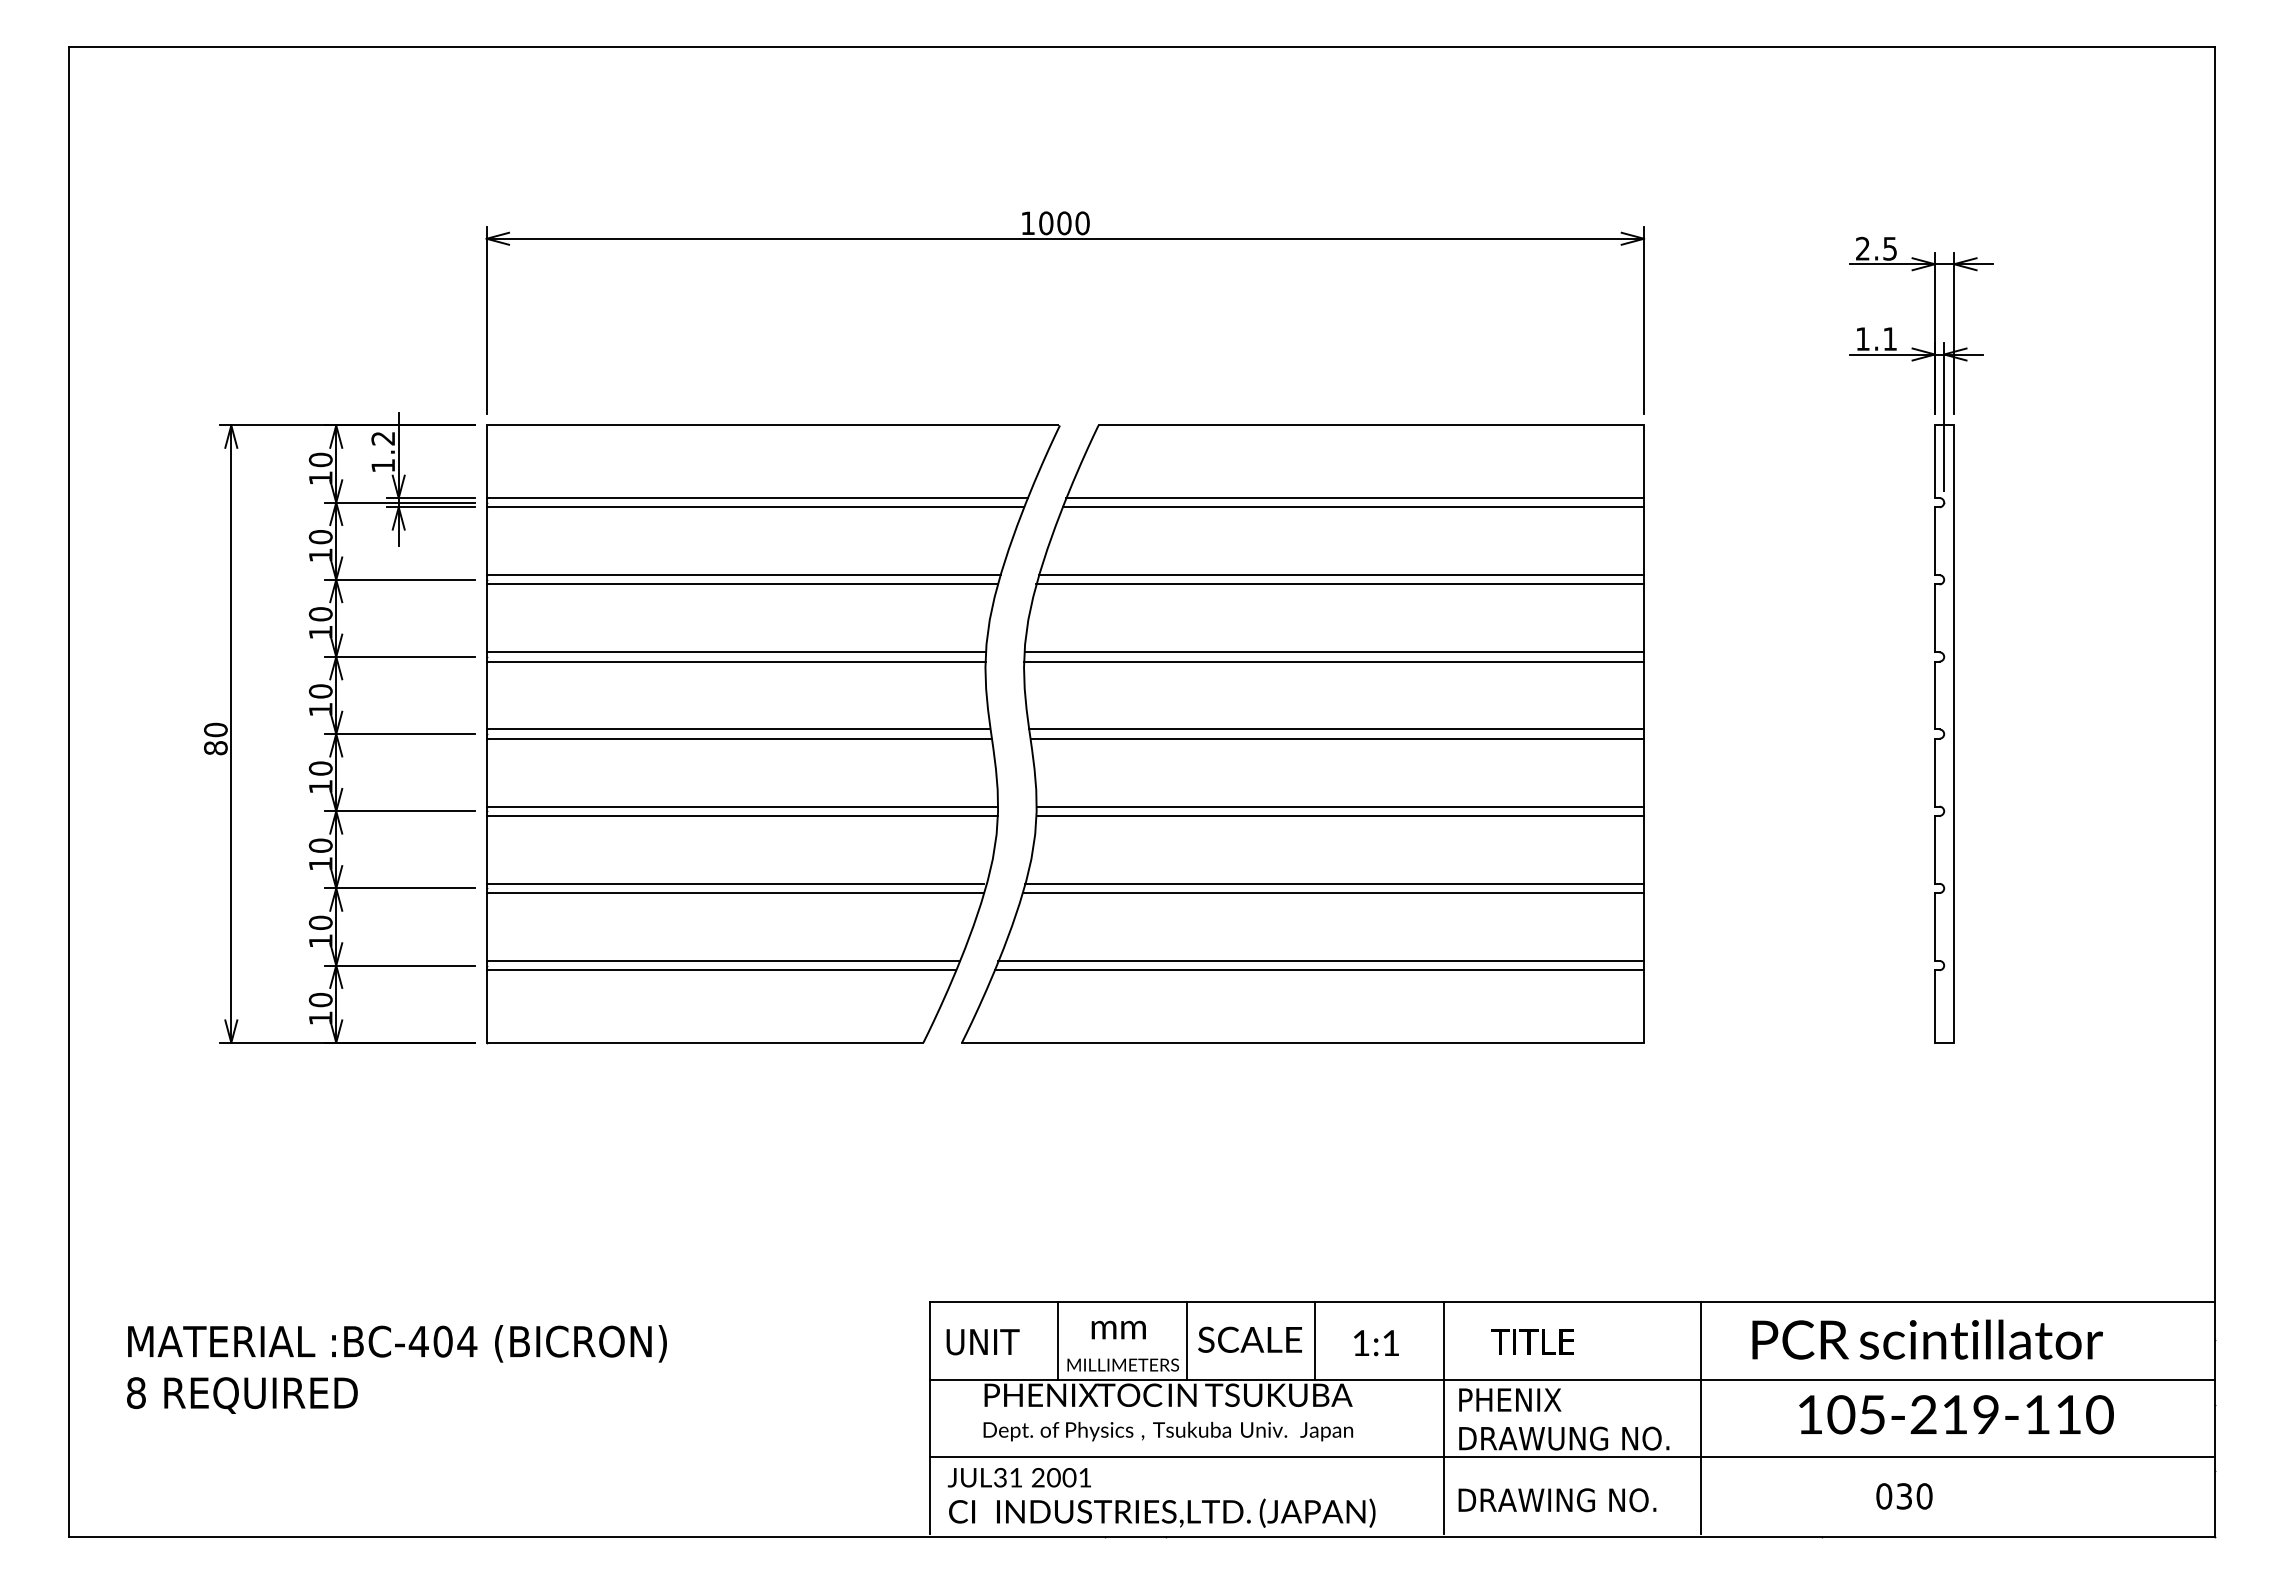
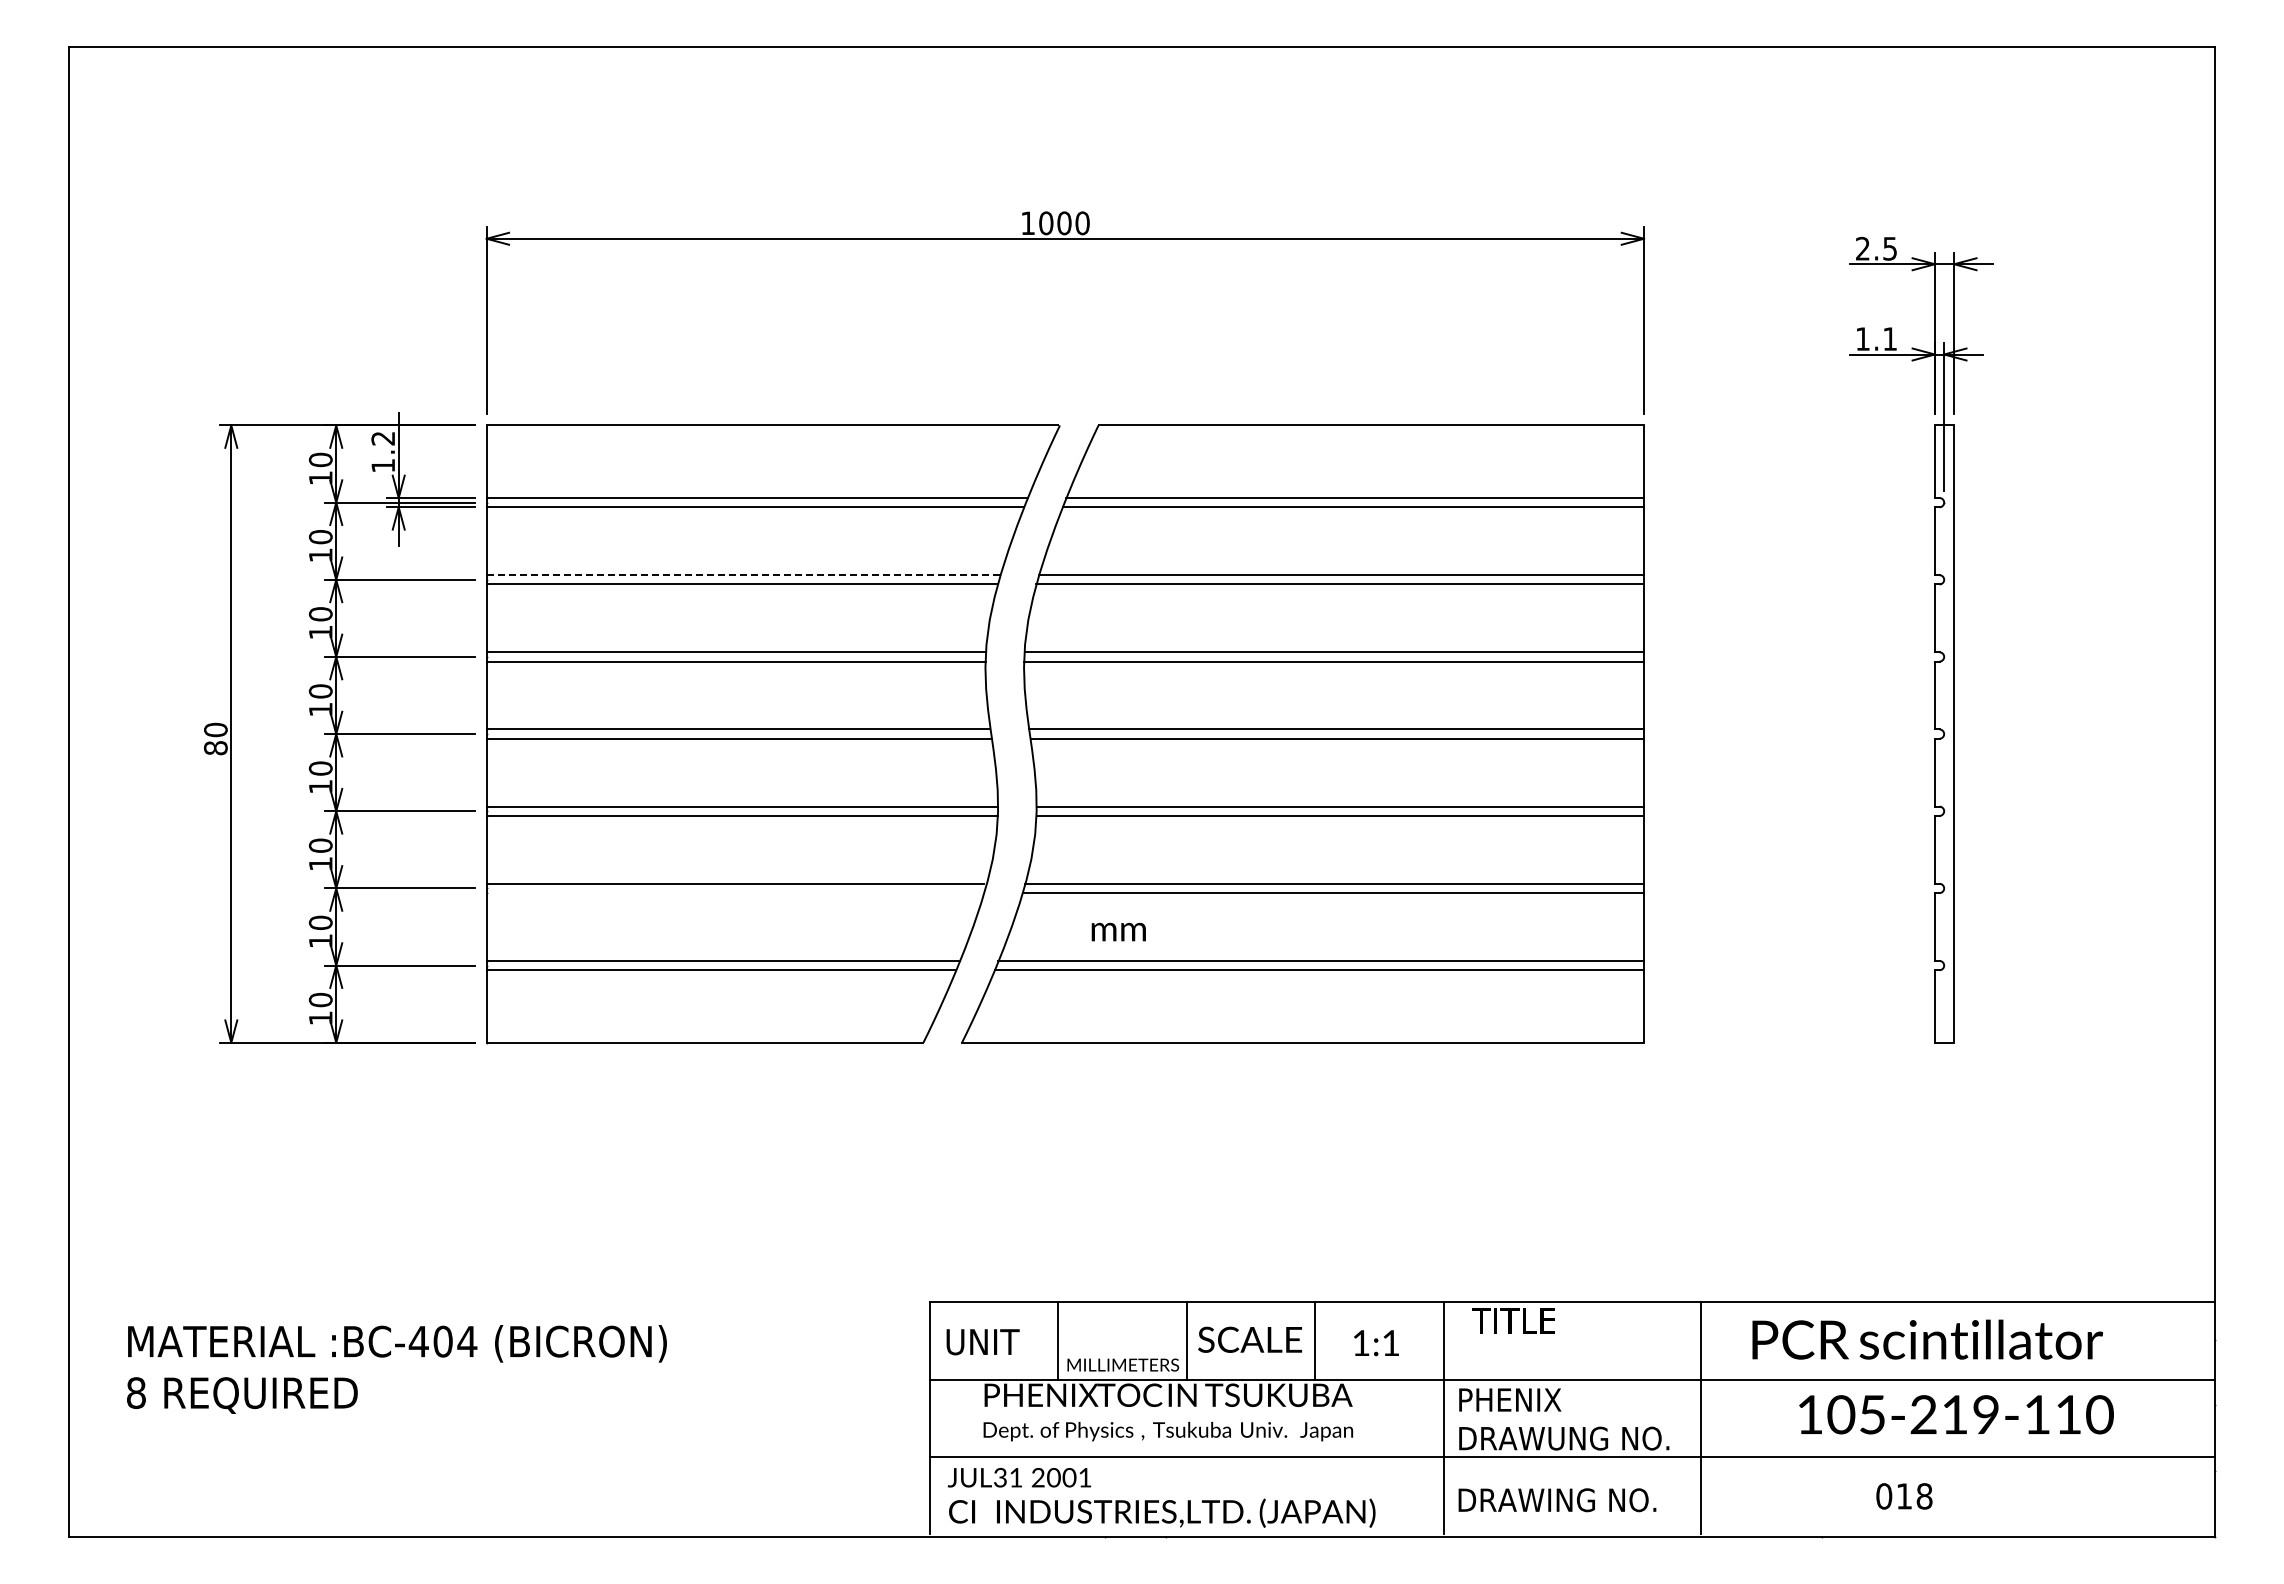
line at (744, 575): solid -> dashed
line at (735, 893): present -> none
text at (1118, 1329) position: (1118, 1329) -> (1118, 931)
text at (1532, 1341) position: (1532, 1341) -> (1513, 1320)
text at (1914, 1496): 030 -> 018
